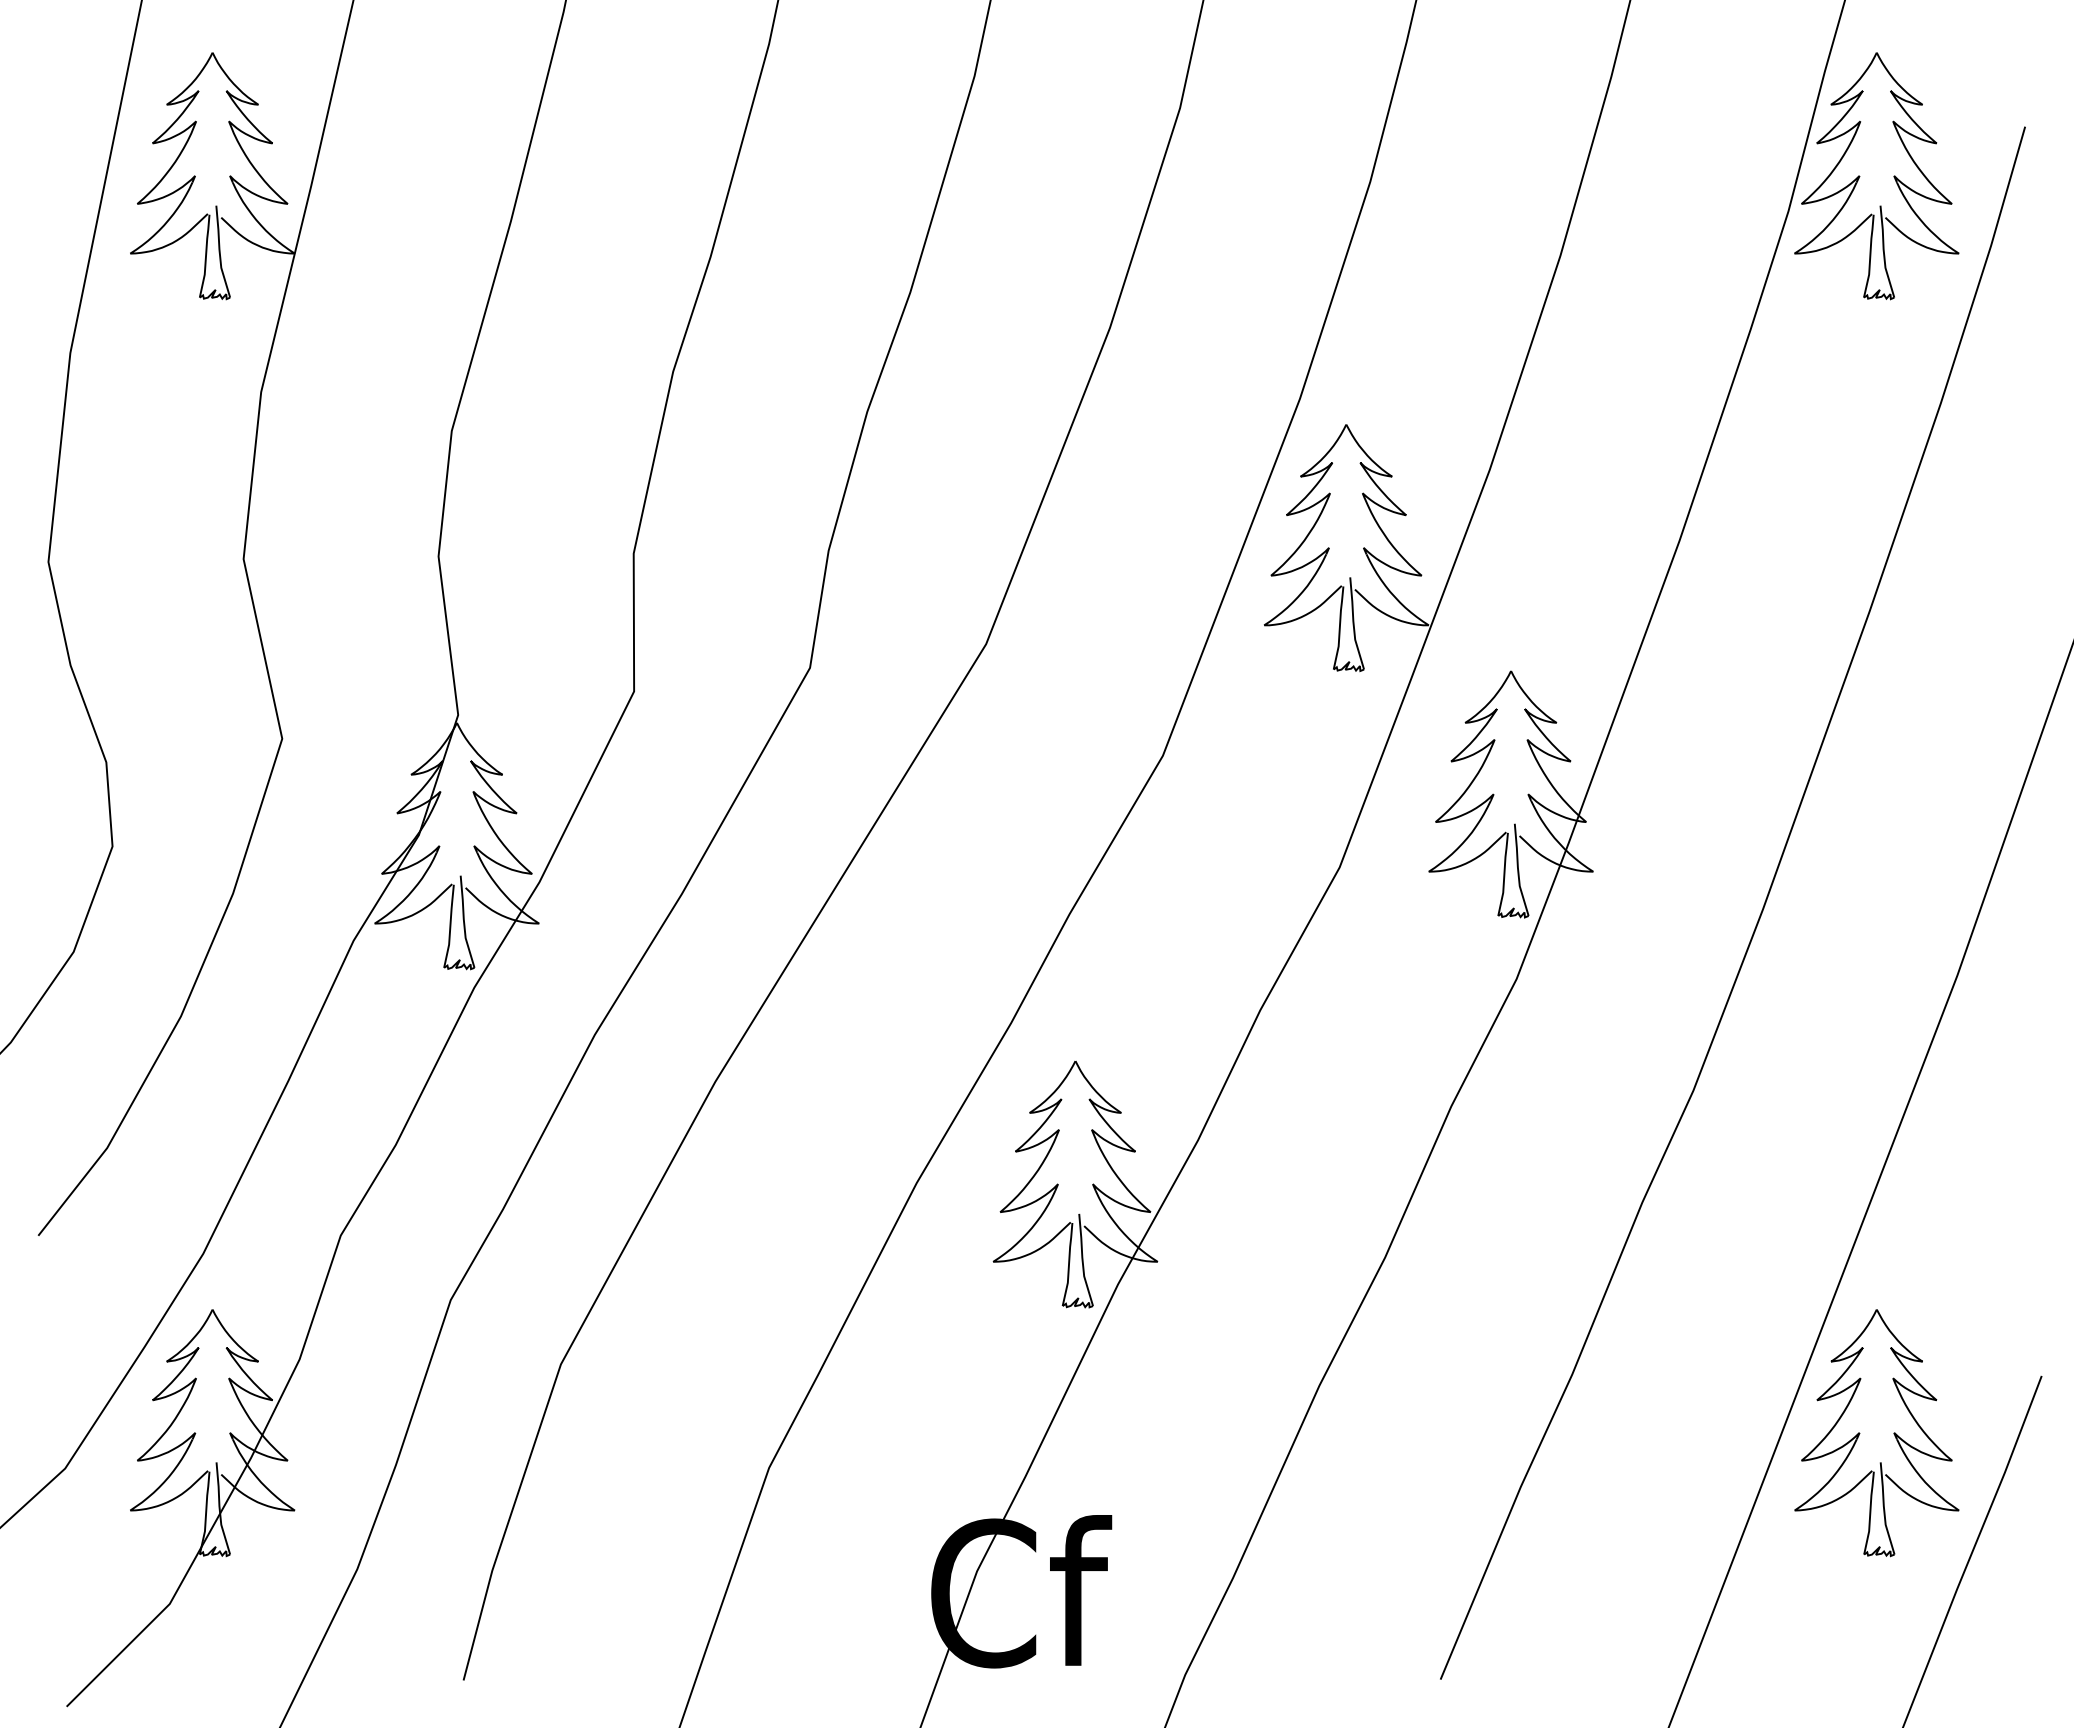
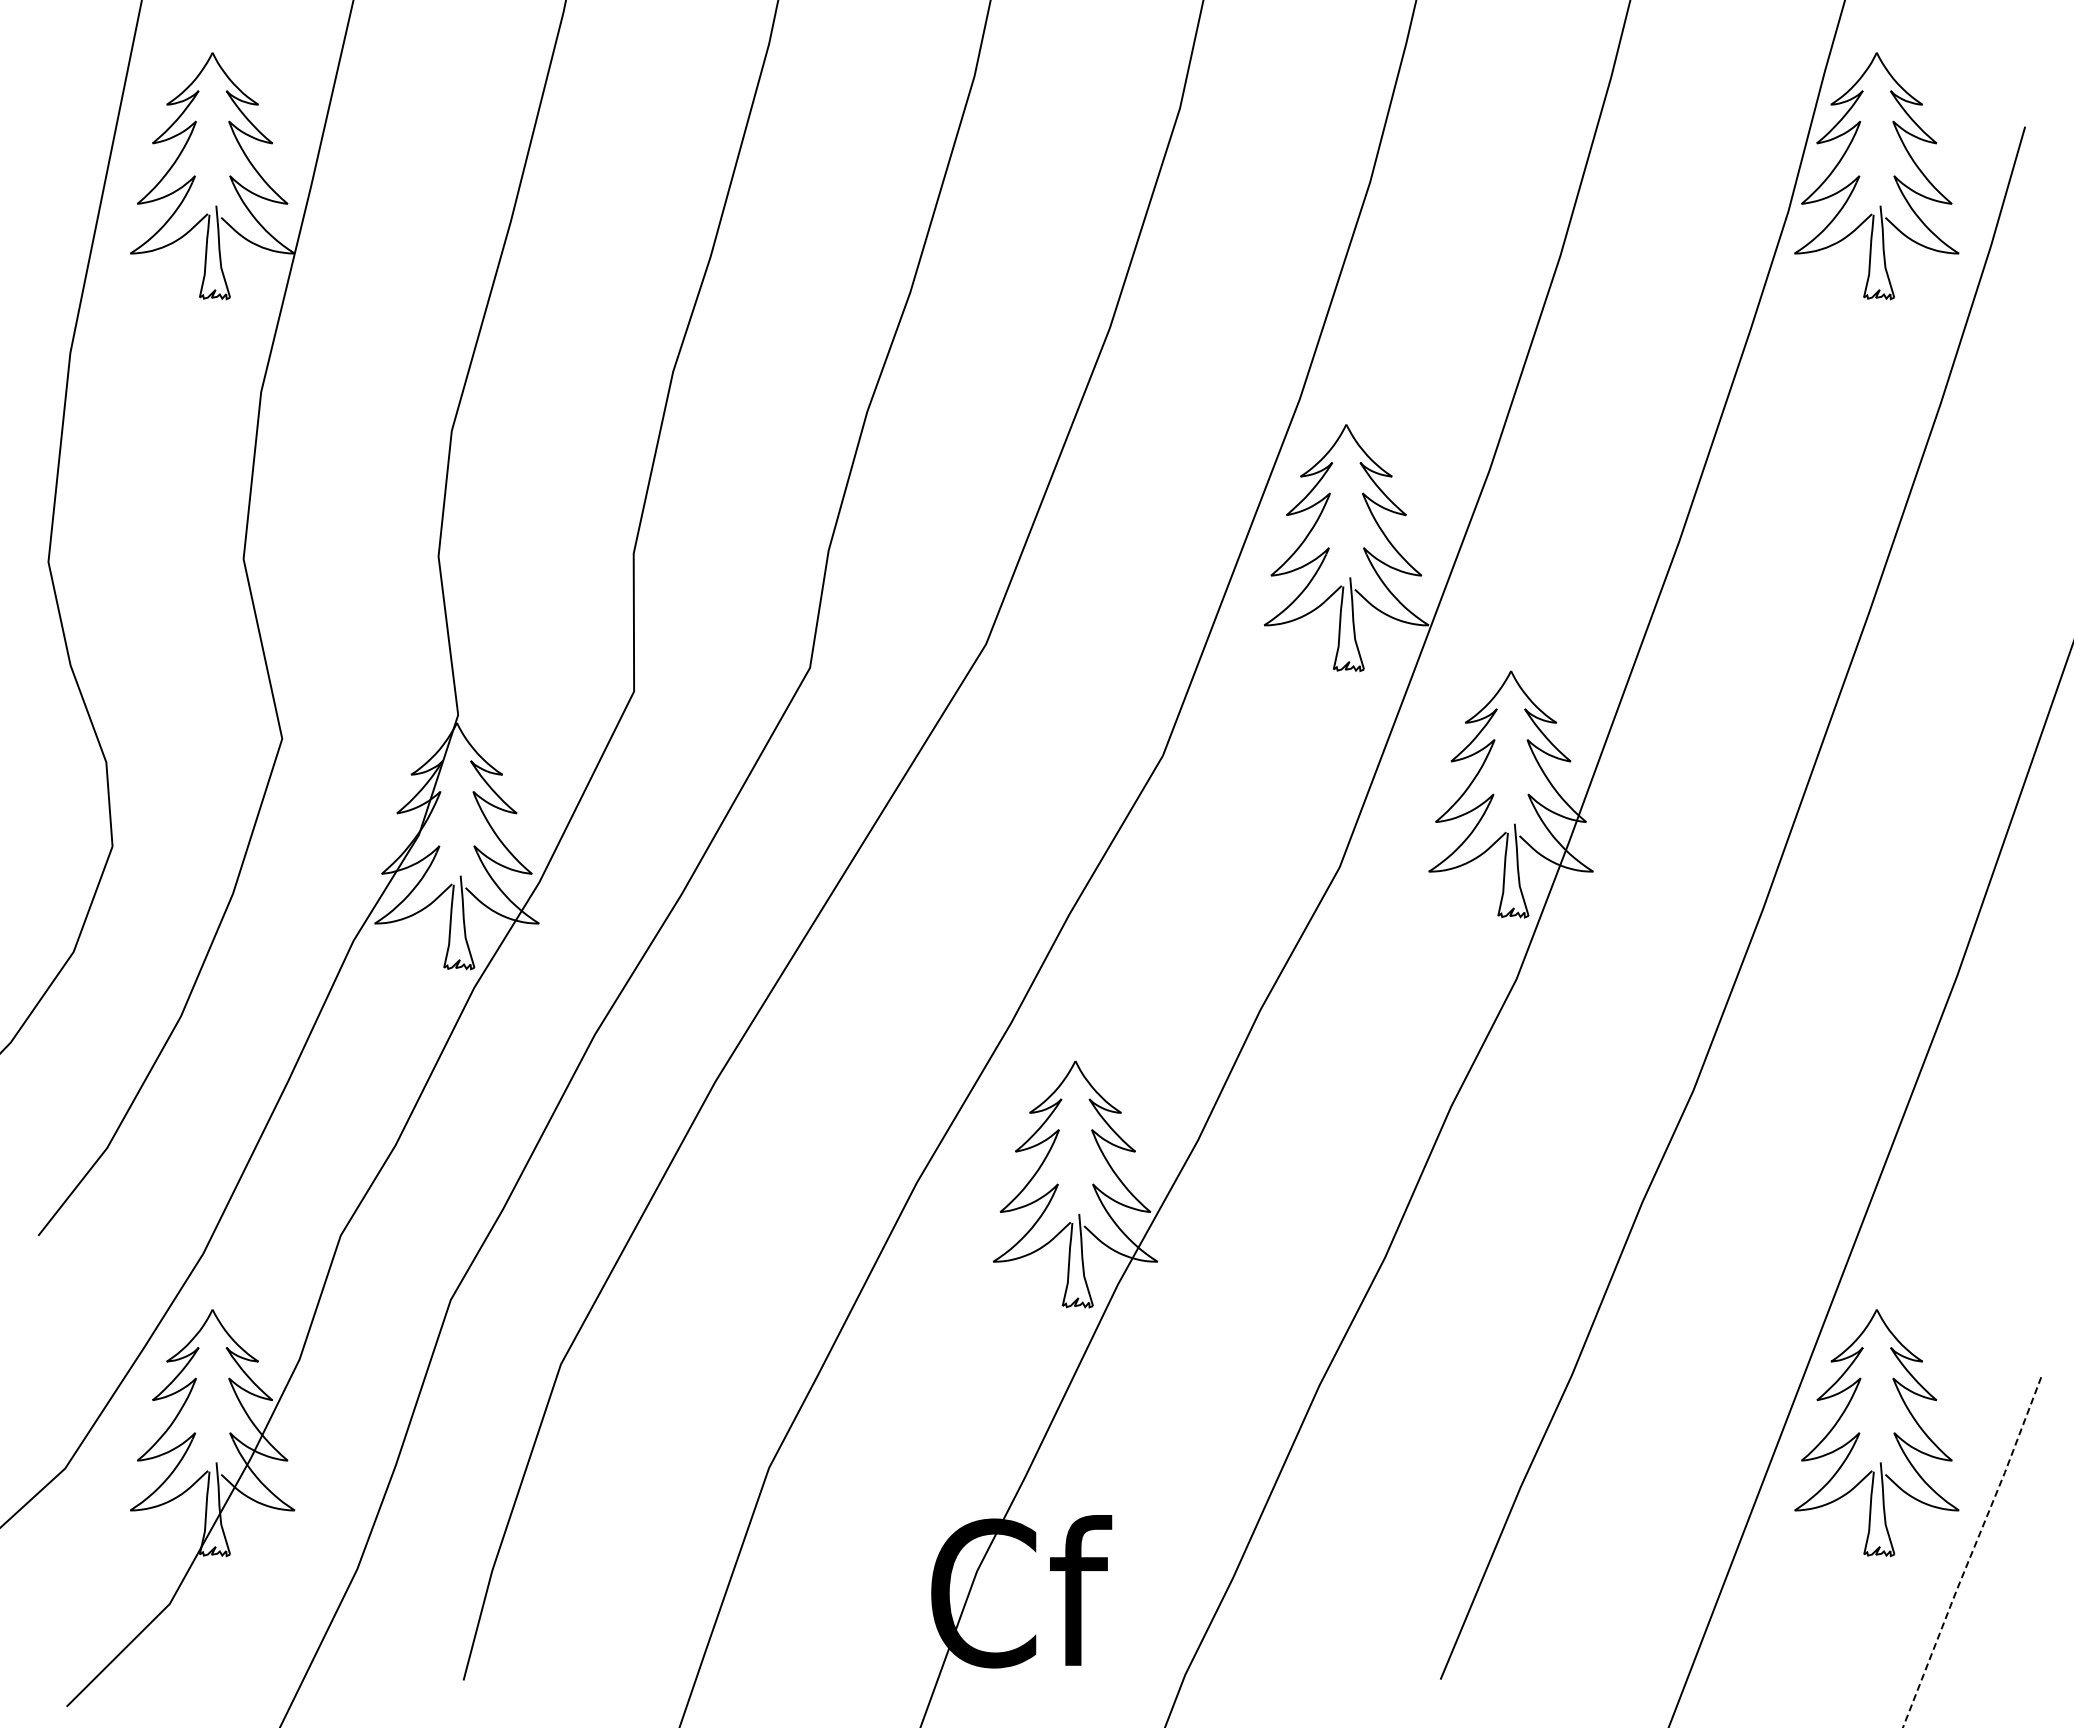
line at (1972, 1551): solid -> dashed
